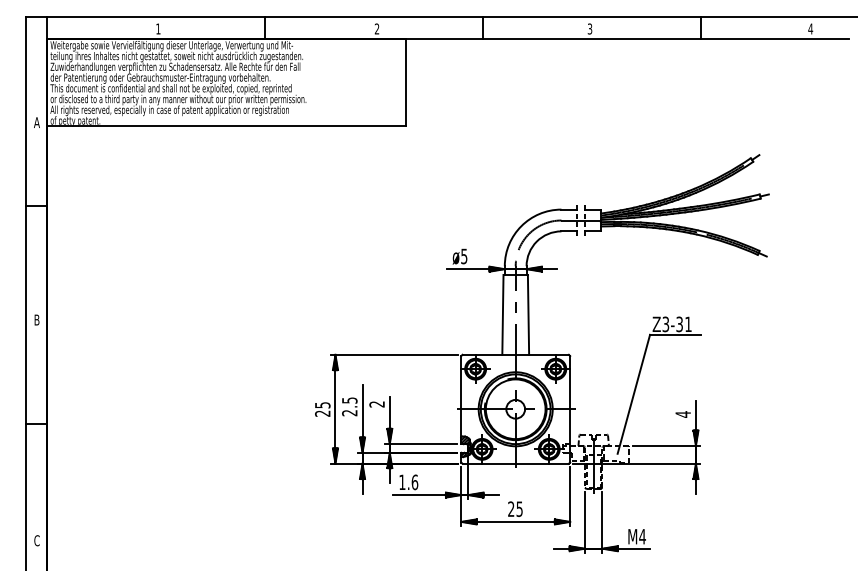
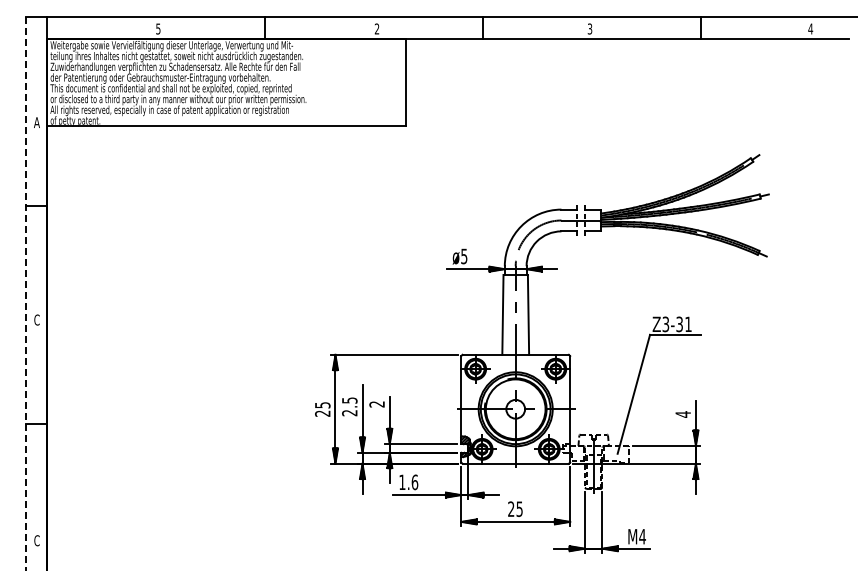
text at (158, 28): 1 -> 5
line at (25, 294): solid -> dashed
text at (36, 319): B -> C
